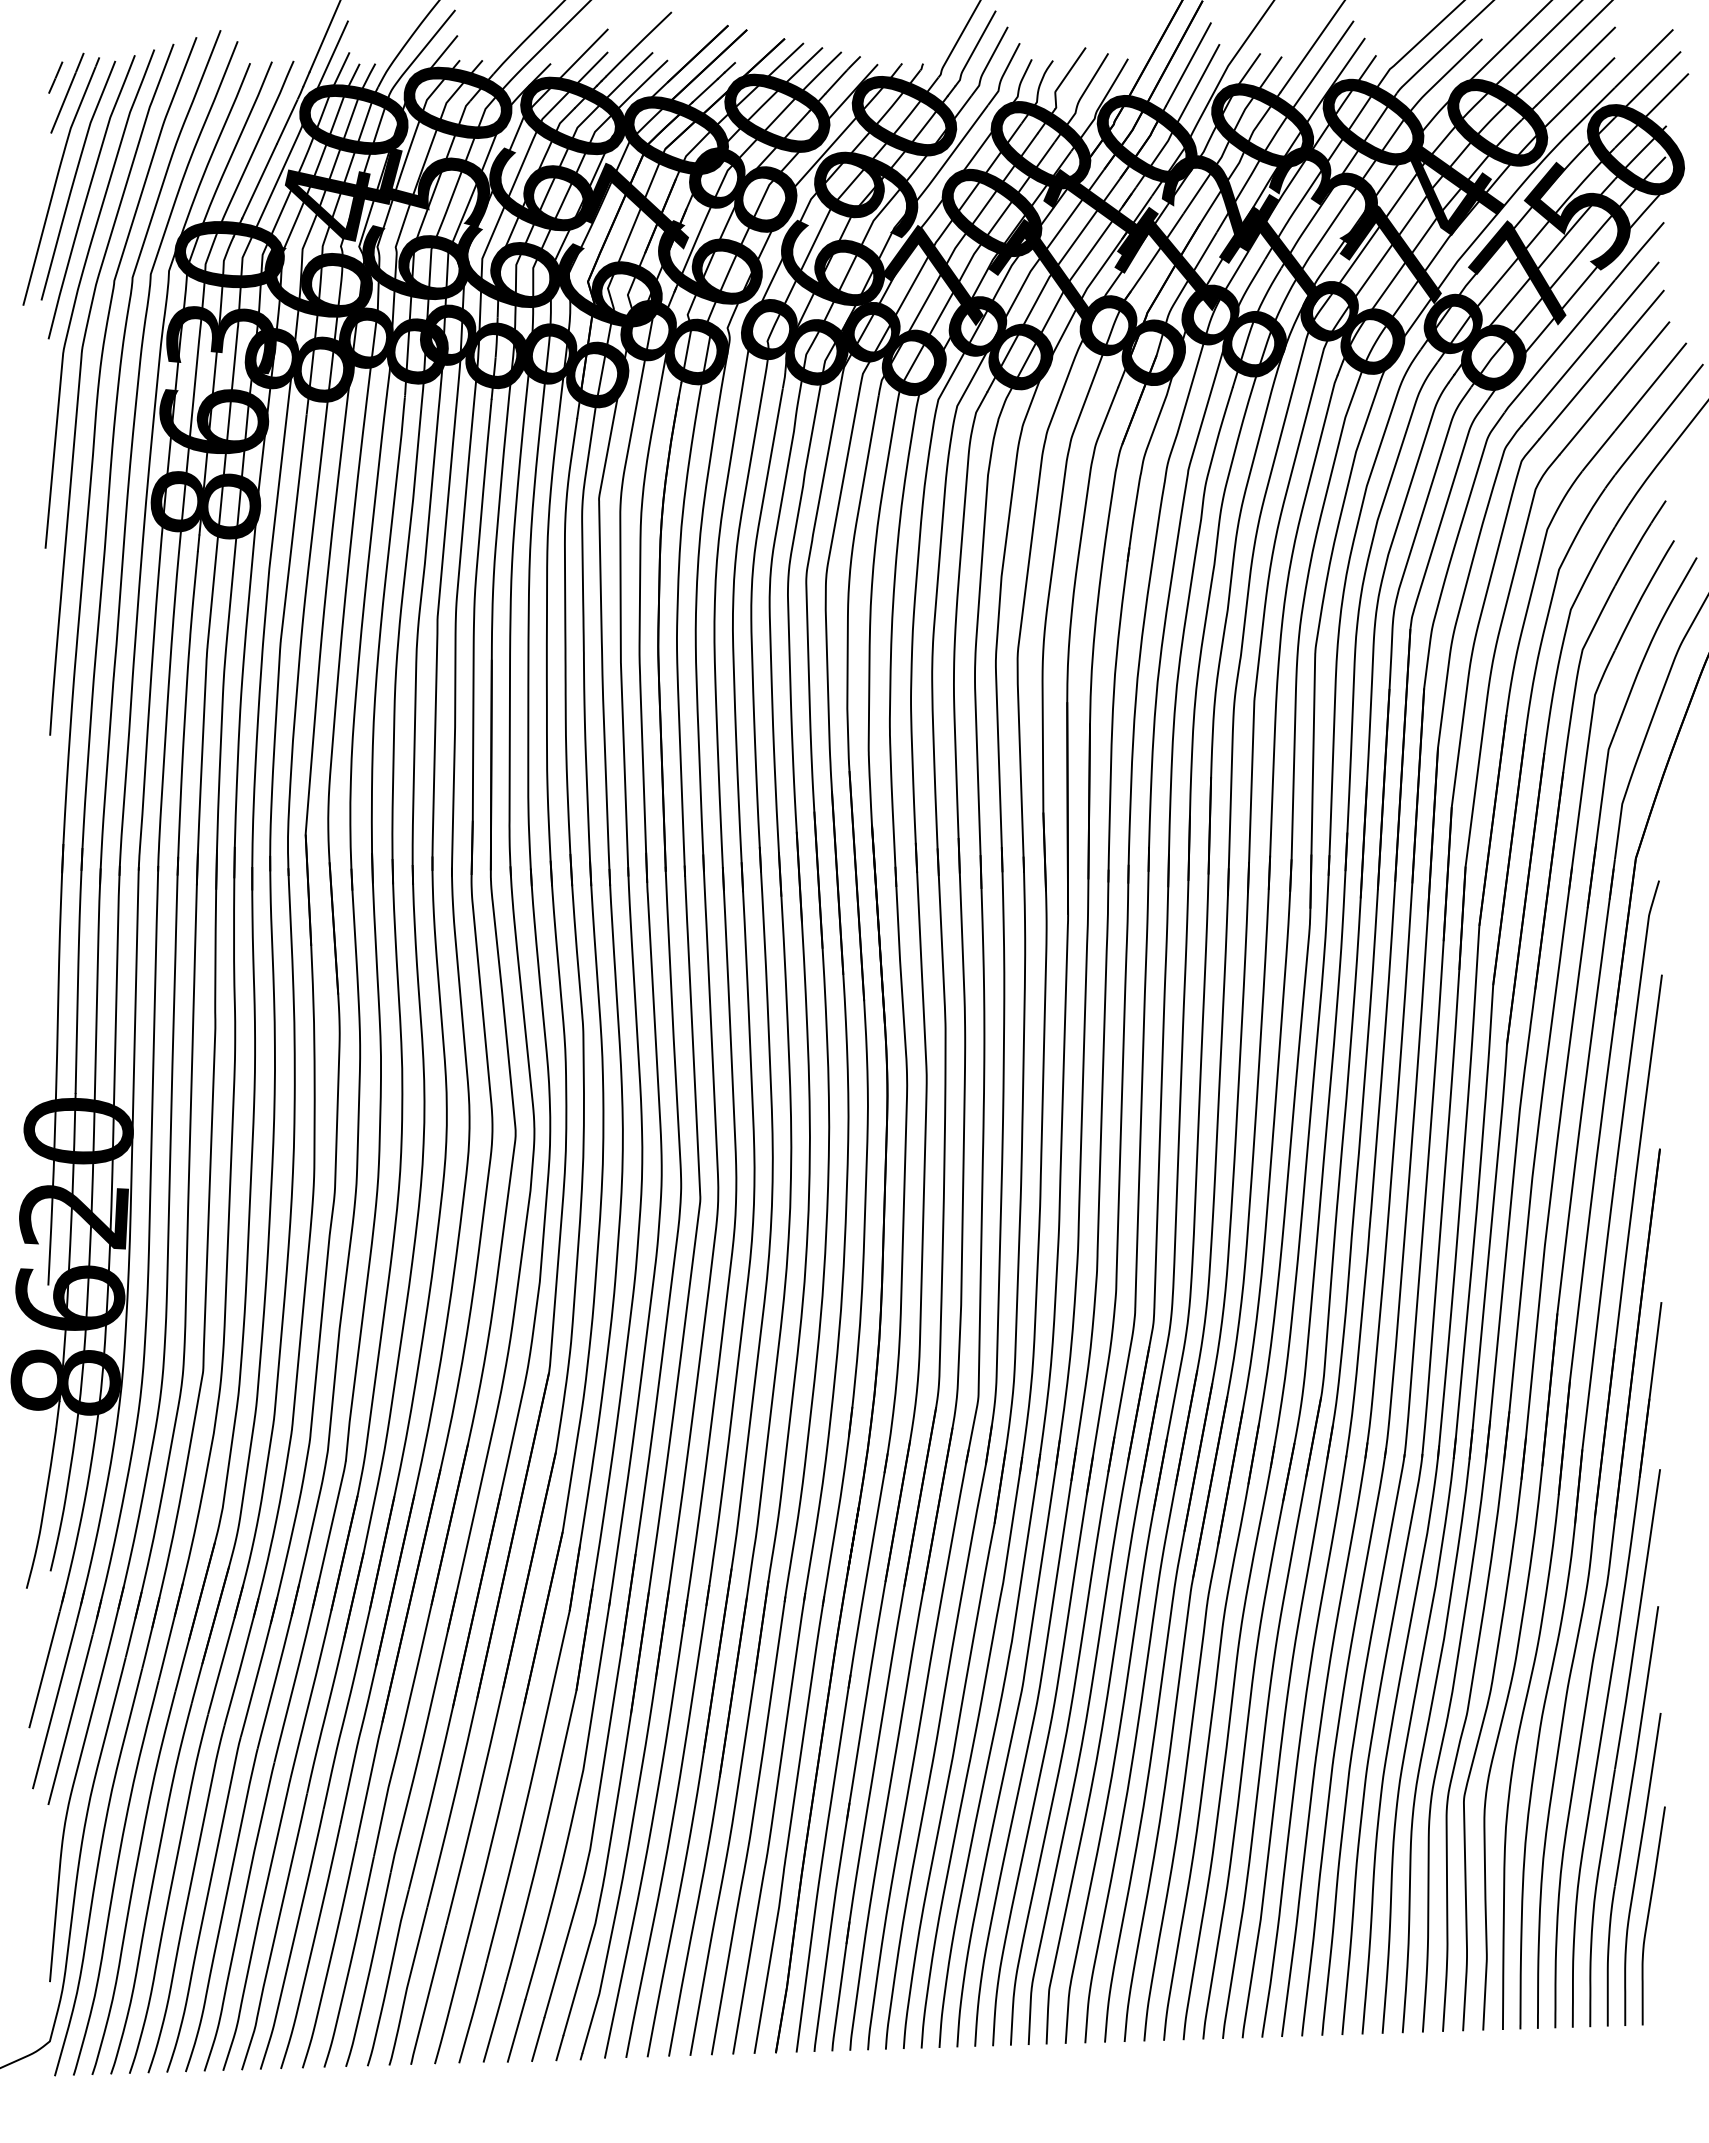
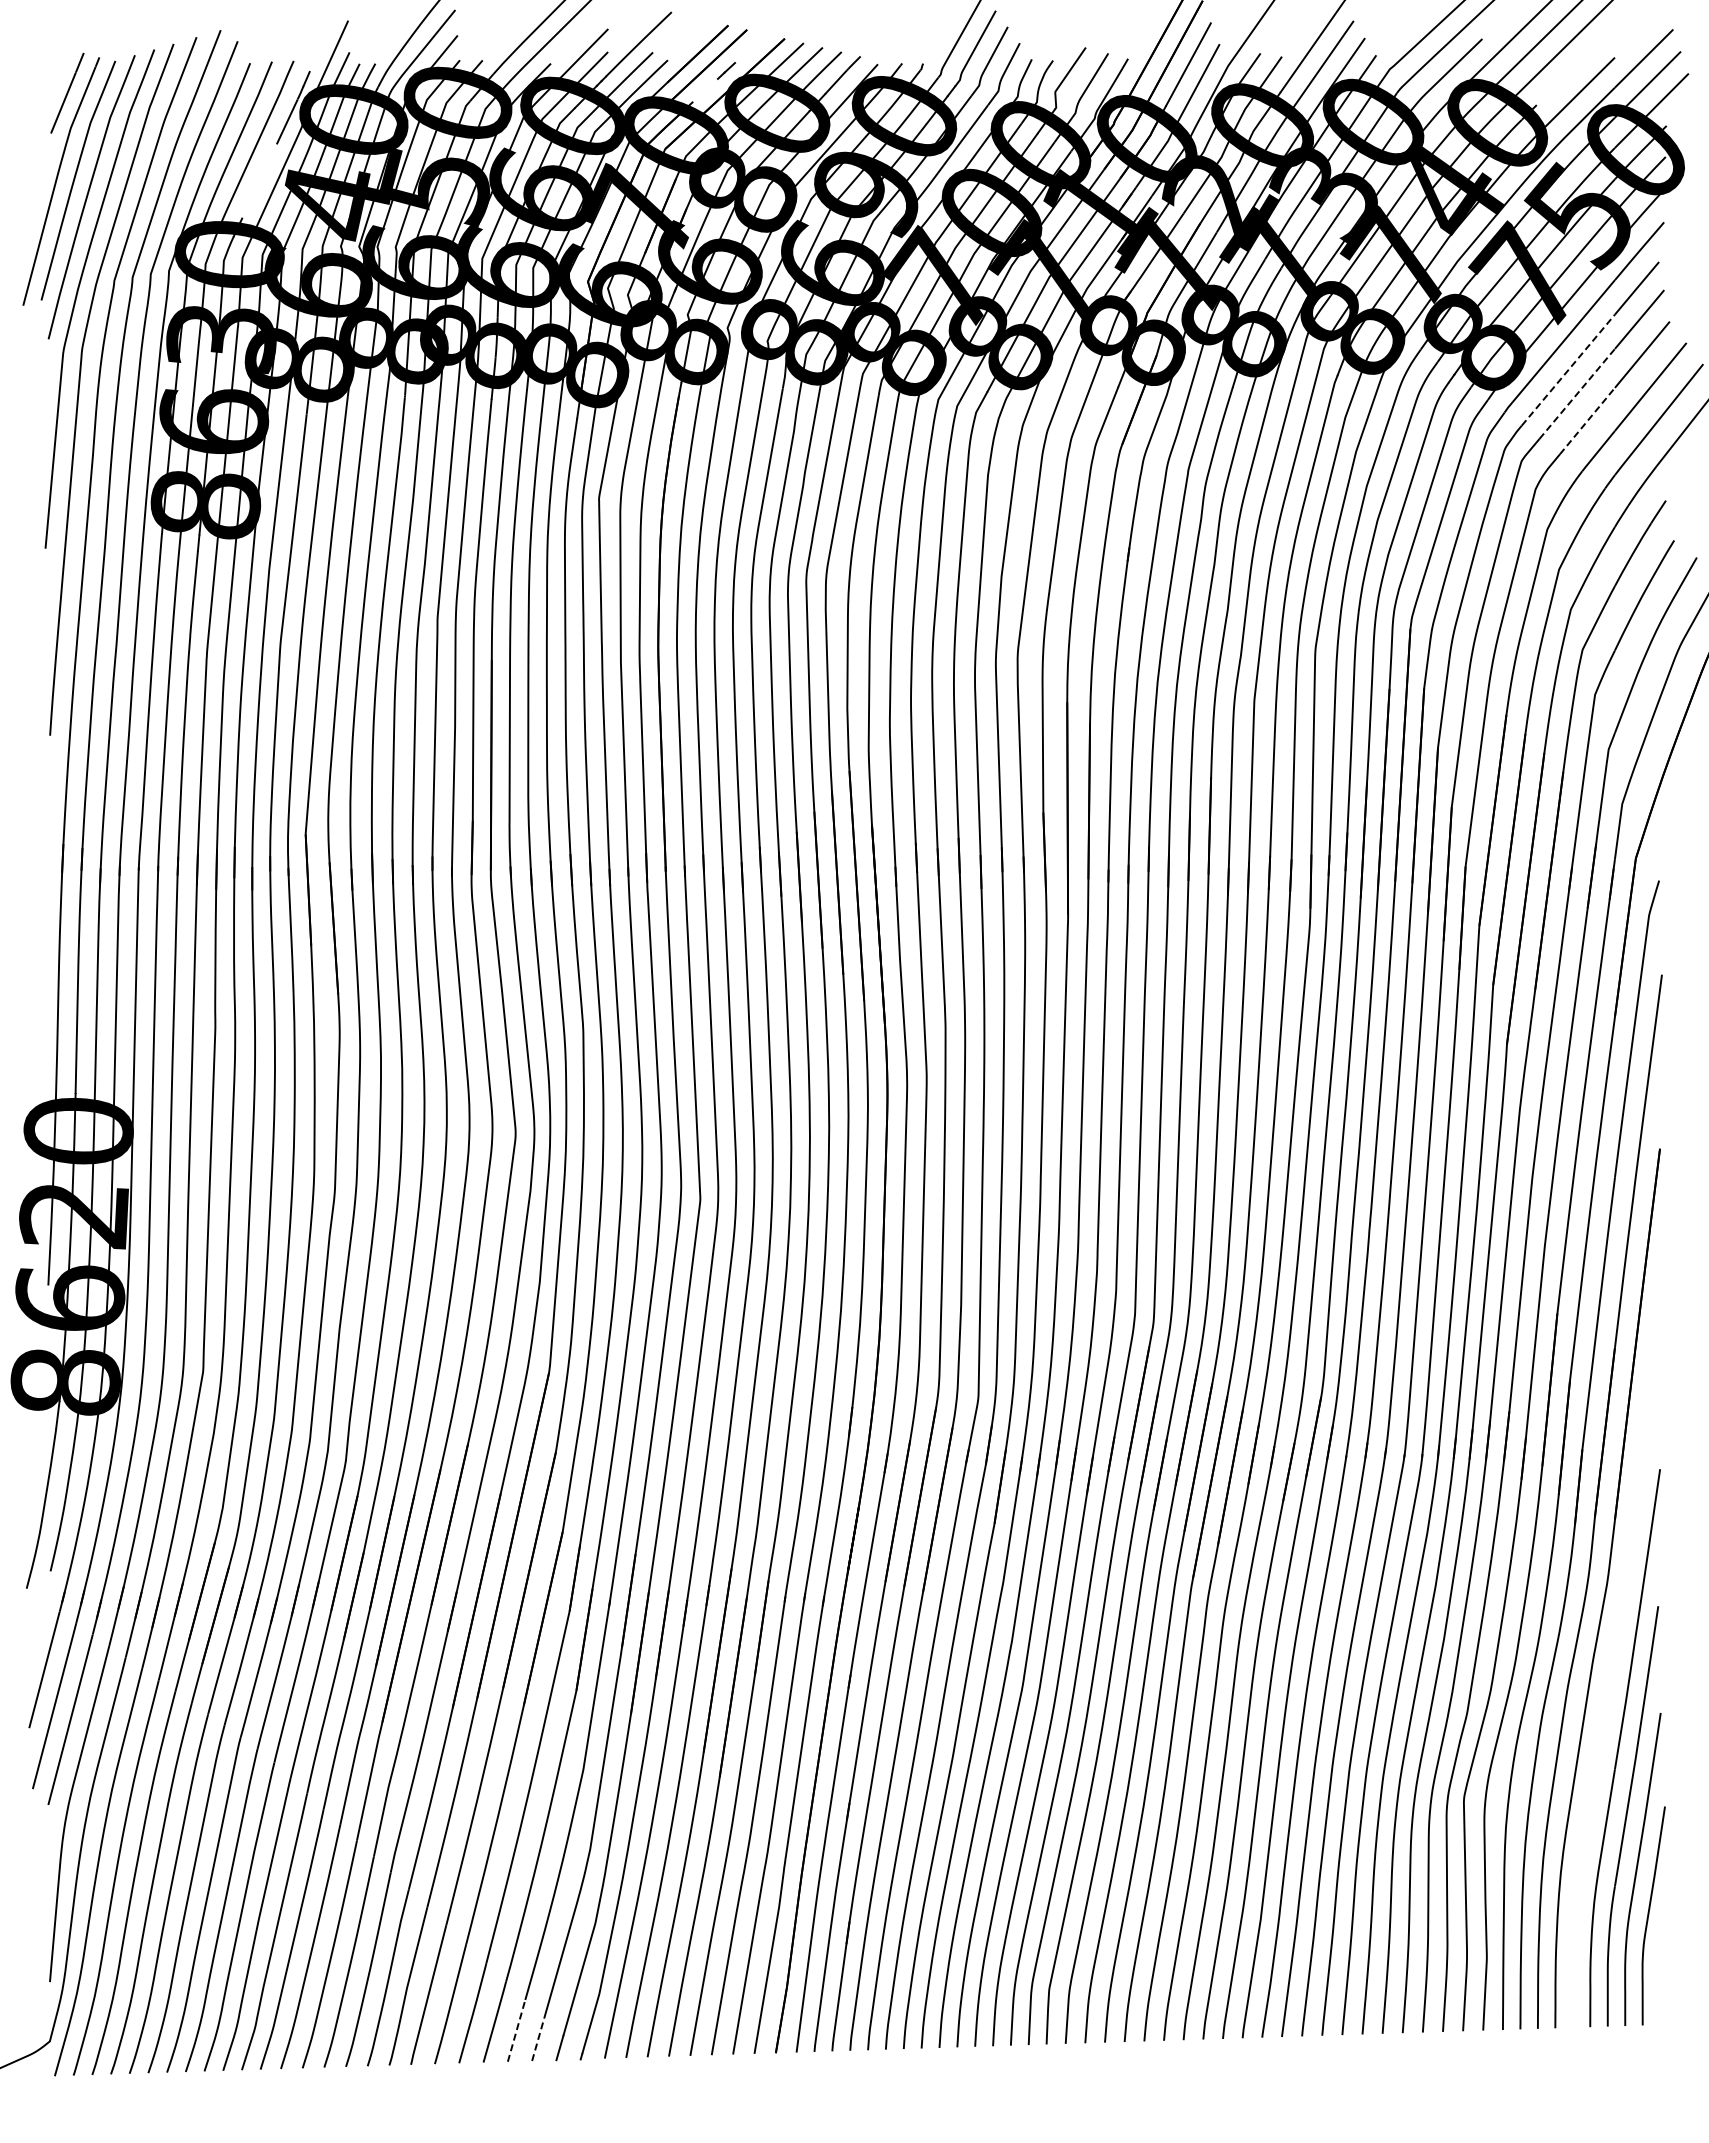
line at (324, 36): present -> none
line at (1575, 66): present -> none
line at (55, 77): present -> none
line at (704, 90): present -> none
line at (259, 181): present -> none
line at (1568, 369): solid -> dashed
line at (1577, 393): solid -> dashed
line at (1587, 420): solid -> dashed
part at (1616, 1664): present -> none
line at (516, 2030): solid -> dashed
line at (538, 2039): solid -> dashed
